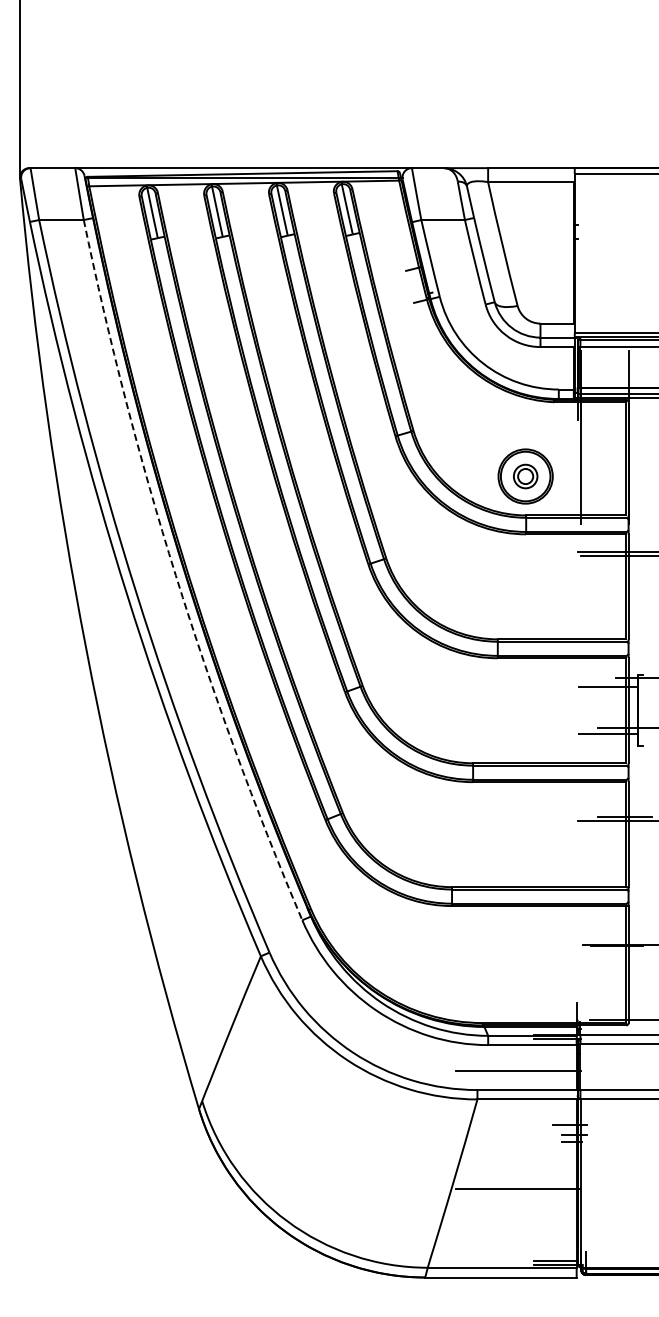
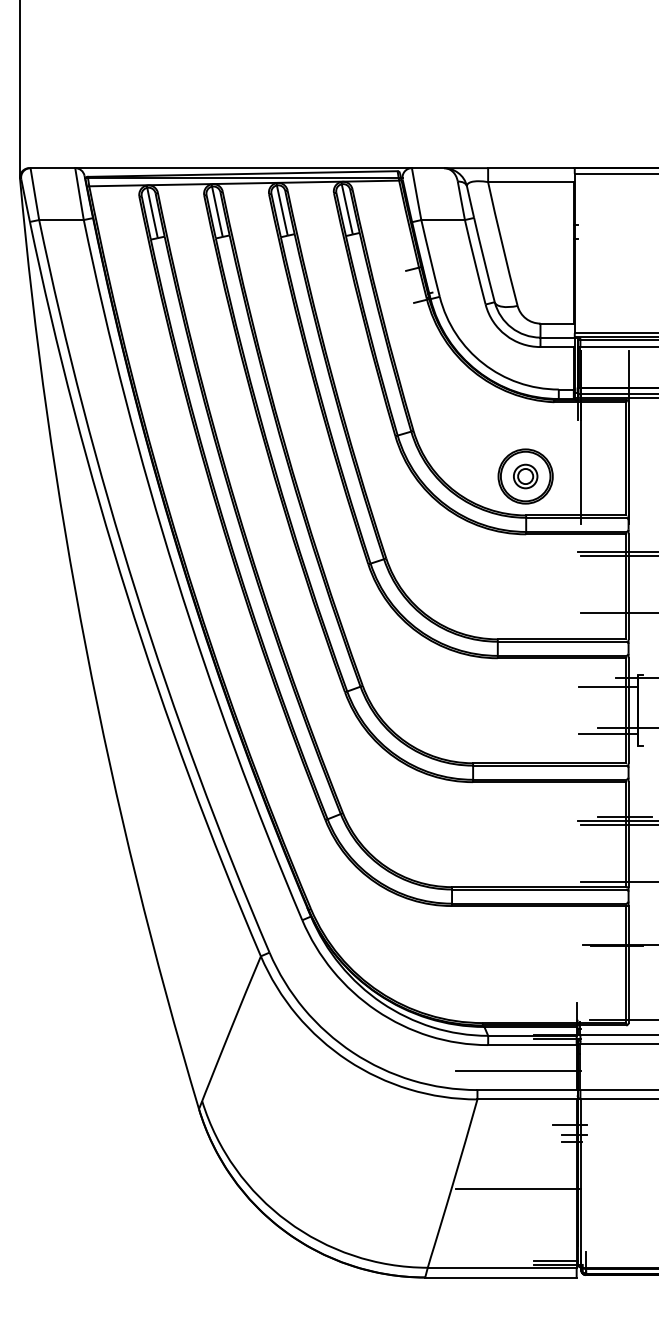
arc at (175, 575): dashed -> solid
line at (618, 613): none -> present
line at (618, 824): none -> present
line at (618, 882): none -> present
